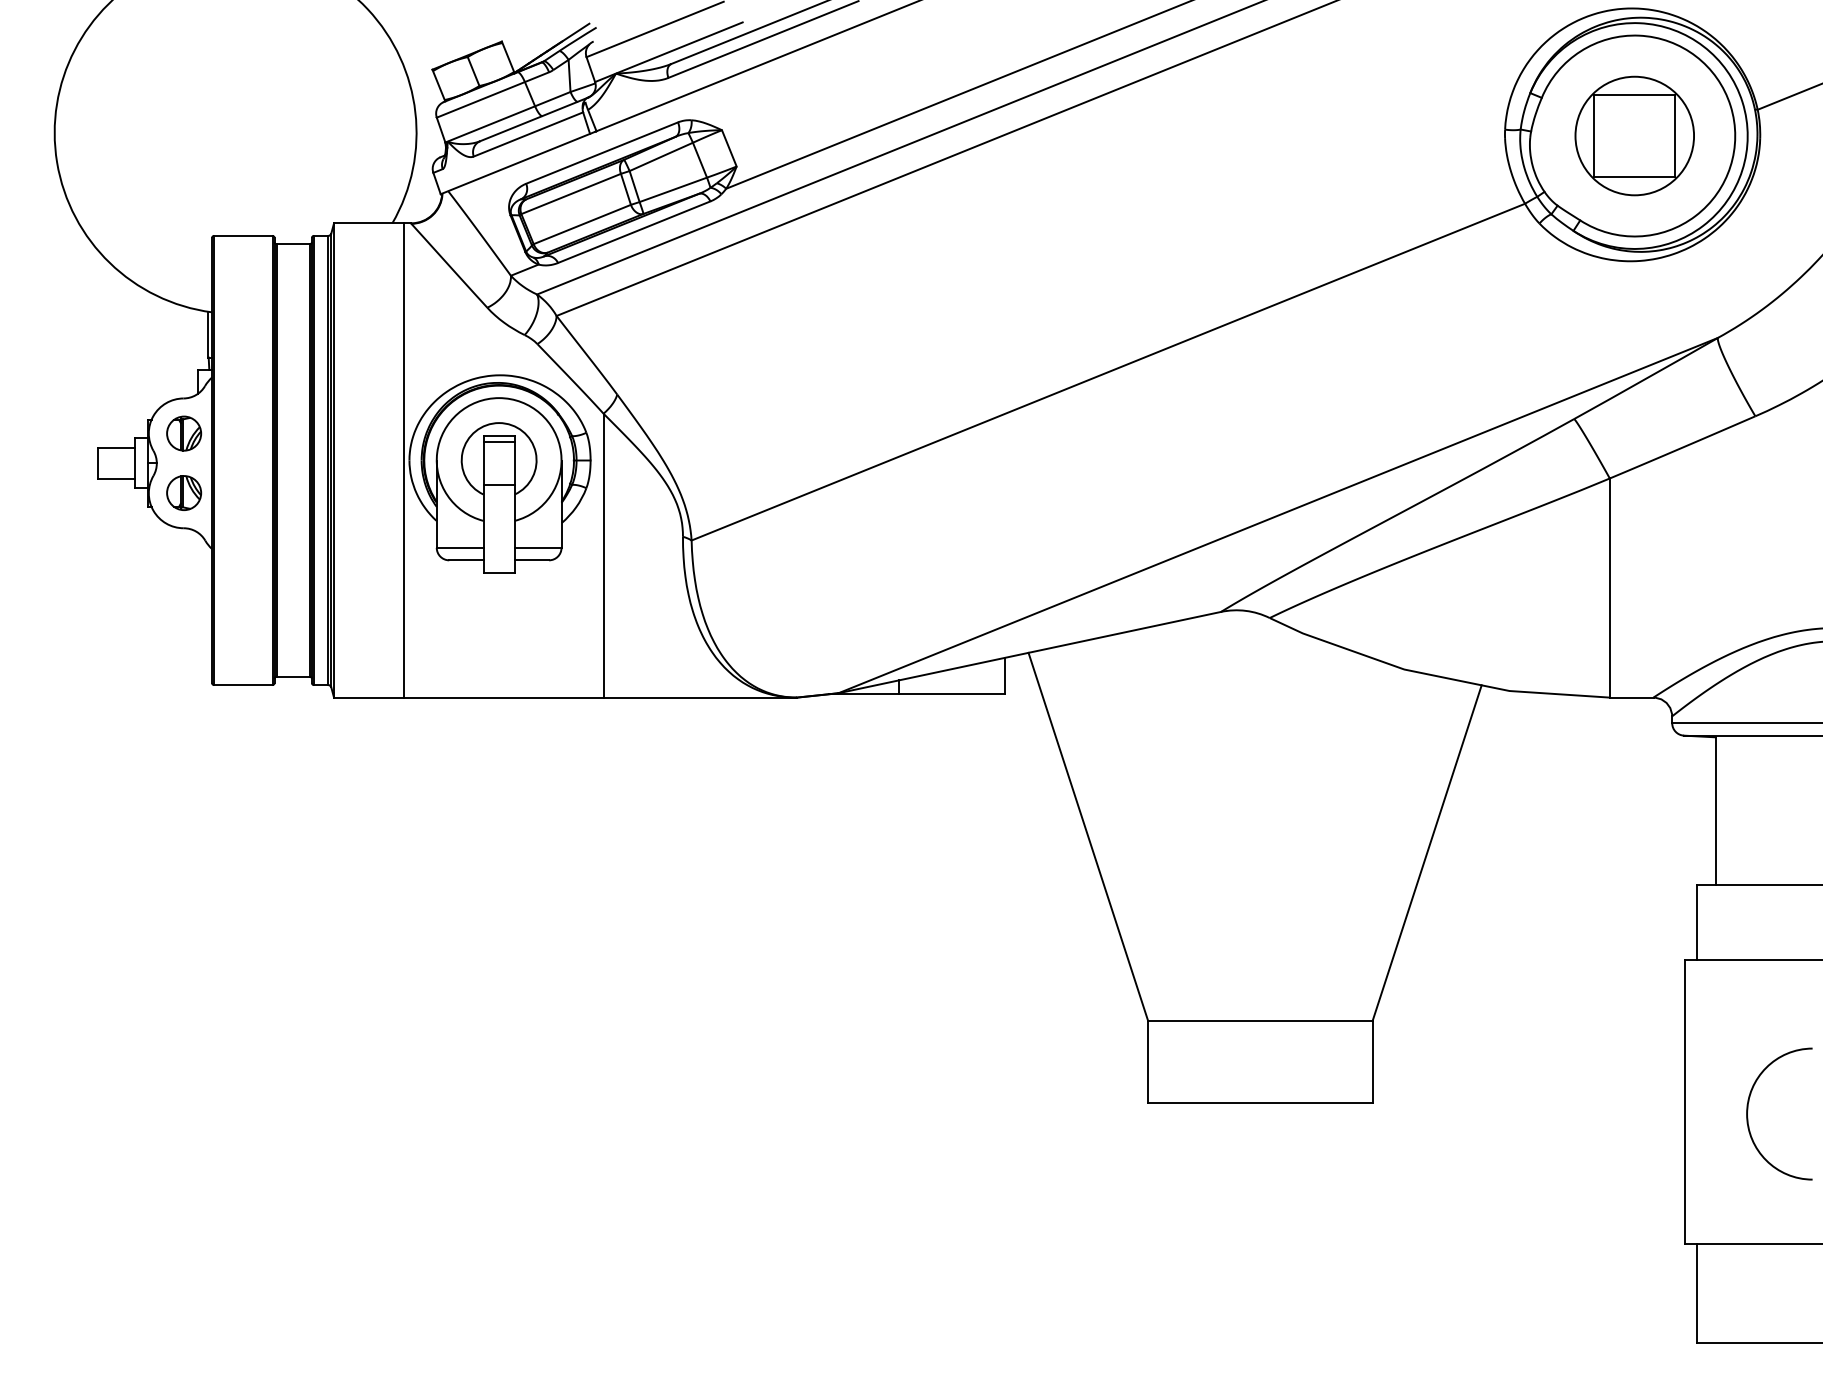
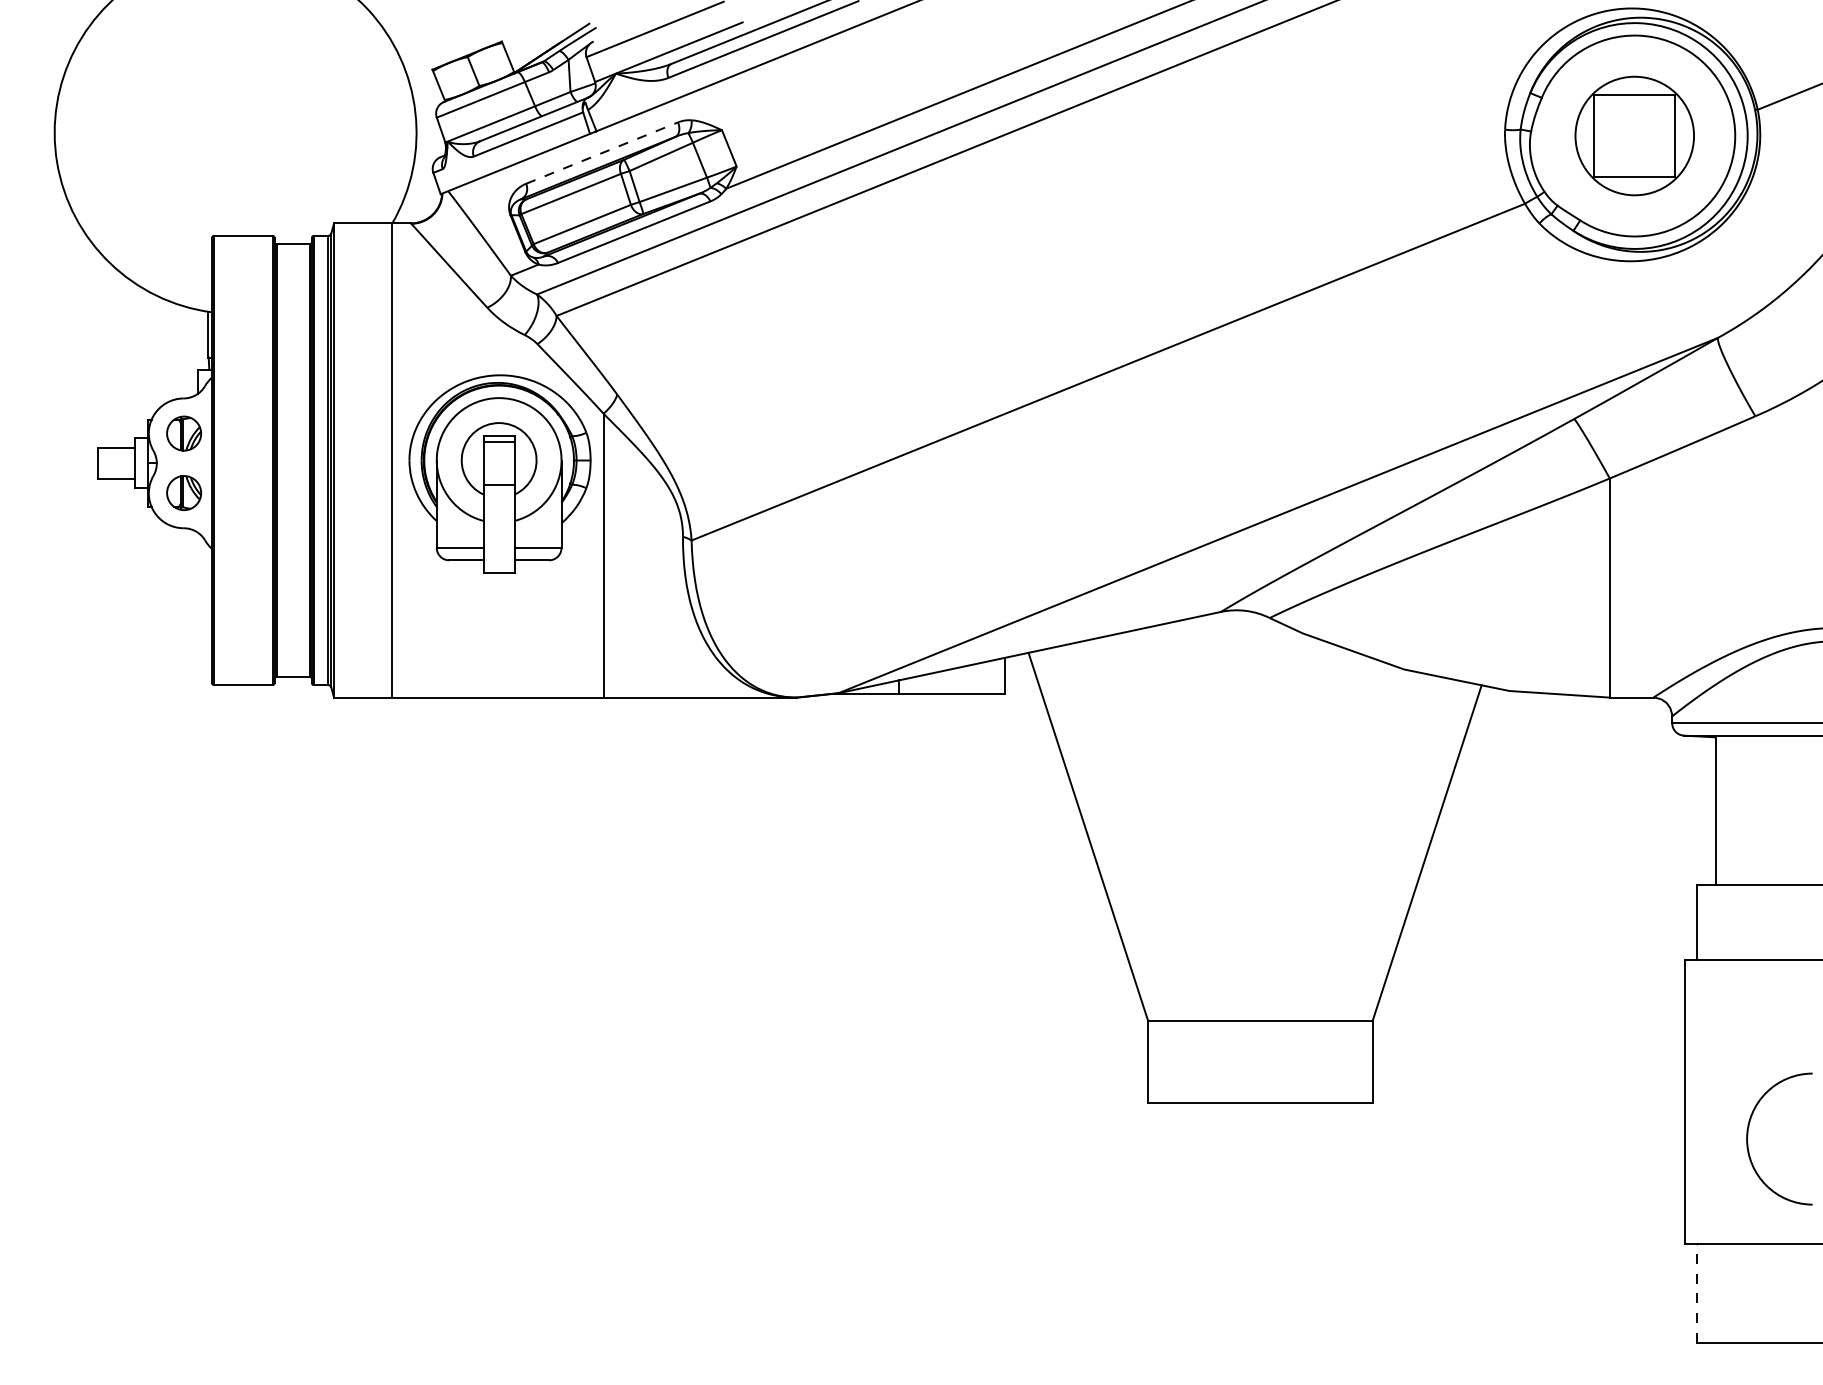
line at (602, 153): solid -> dashed
line at (403, 460) position: (403, 460) -> (391, 460)
arc at (1748, 1110) position: (1748, 1110) -> (1748, 1135)
line at (1697, 1293): solid -> dashed
